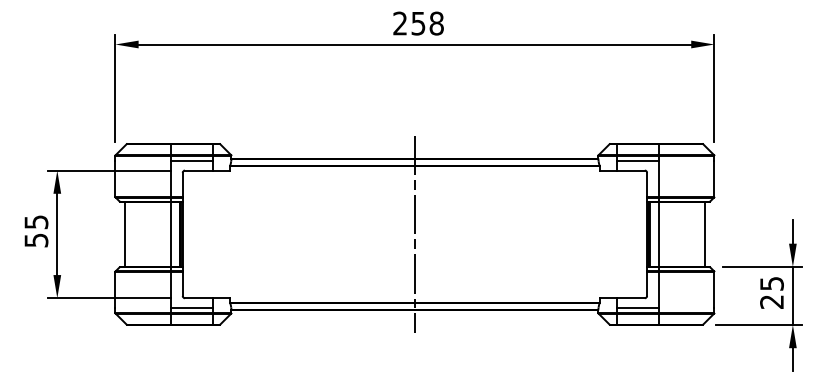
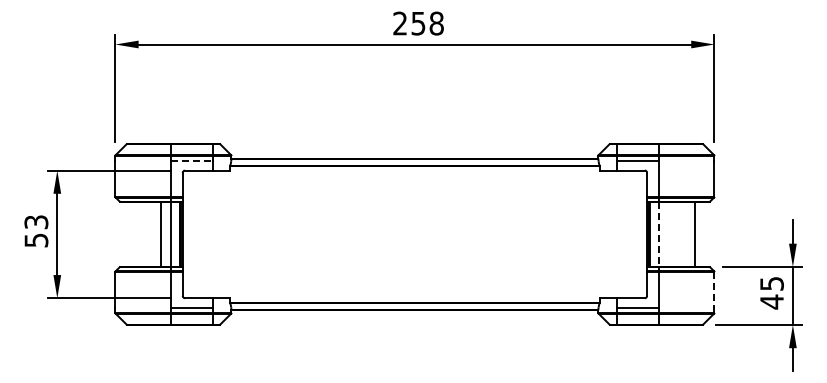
line at (192, 161): solid -> dashed
text at (35, 221): 55 -> 53
line at (124, 233) position: (124, 233) -> (160, 233)
line at (705, 233) position: (705, 233) -> (695, 233)
line at (414, 234): present -> none
line at (658, 234): solid -> dashed
line at (714, 289): solid -> dashed
text at (771, 301): 25 -> 45
